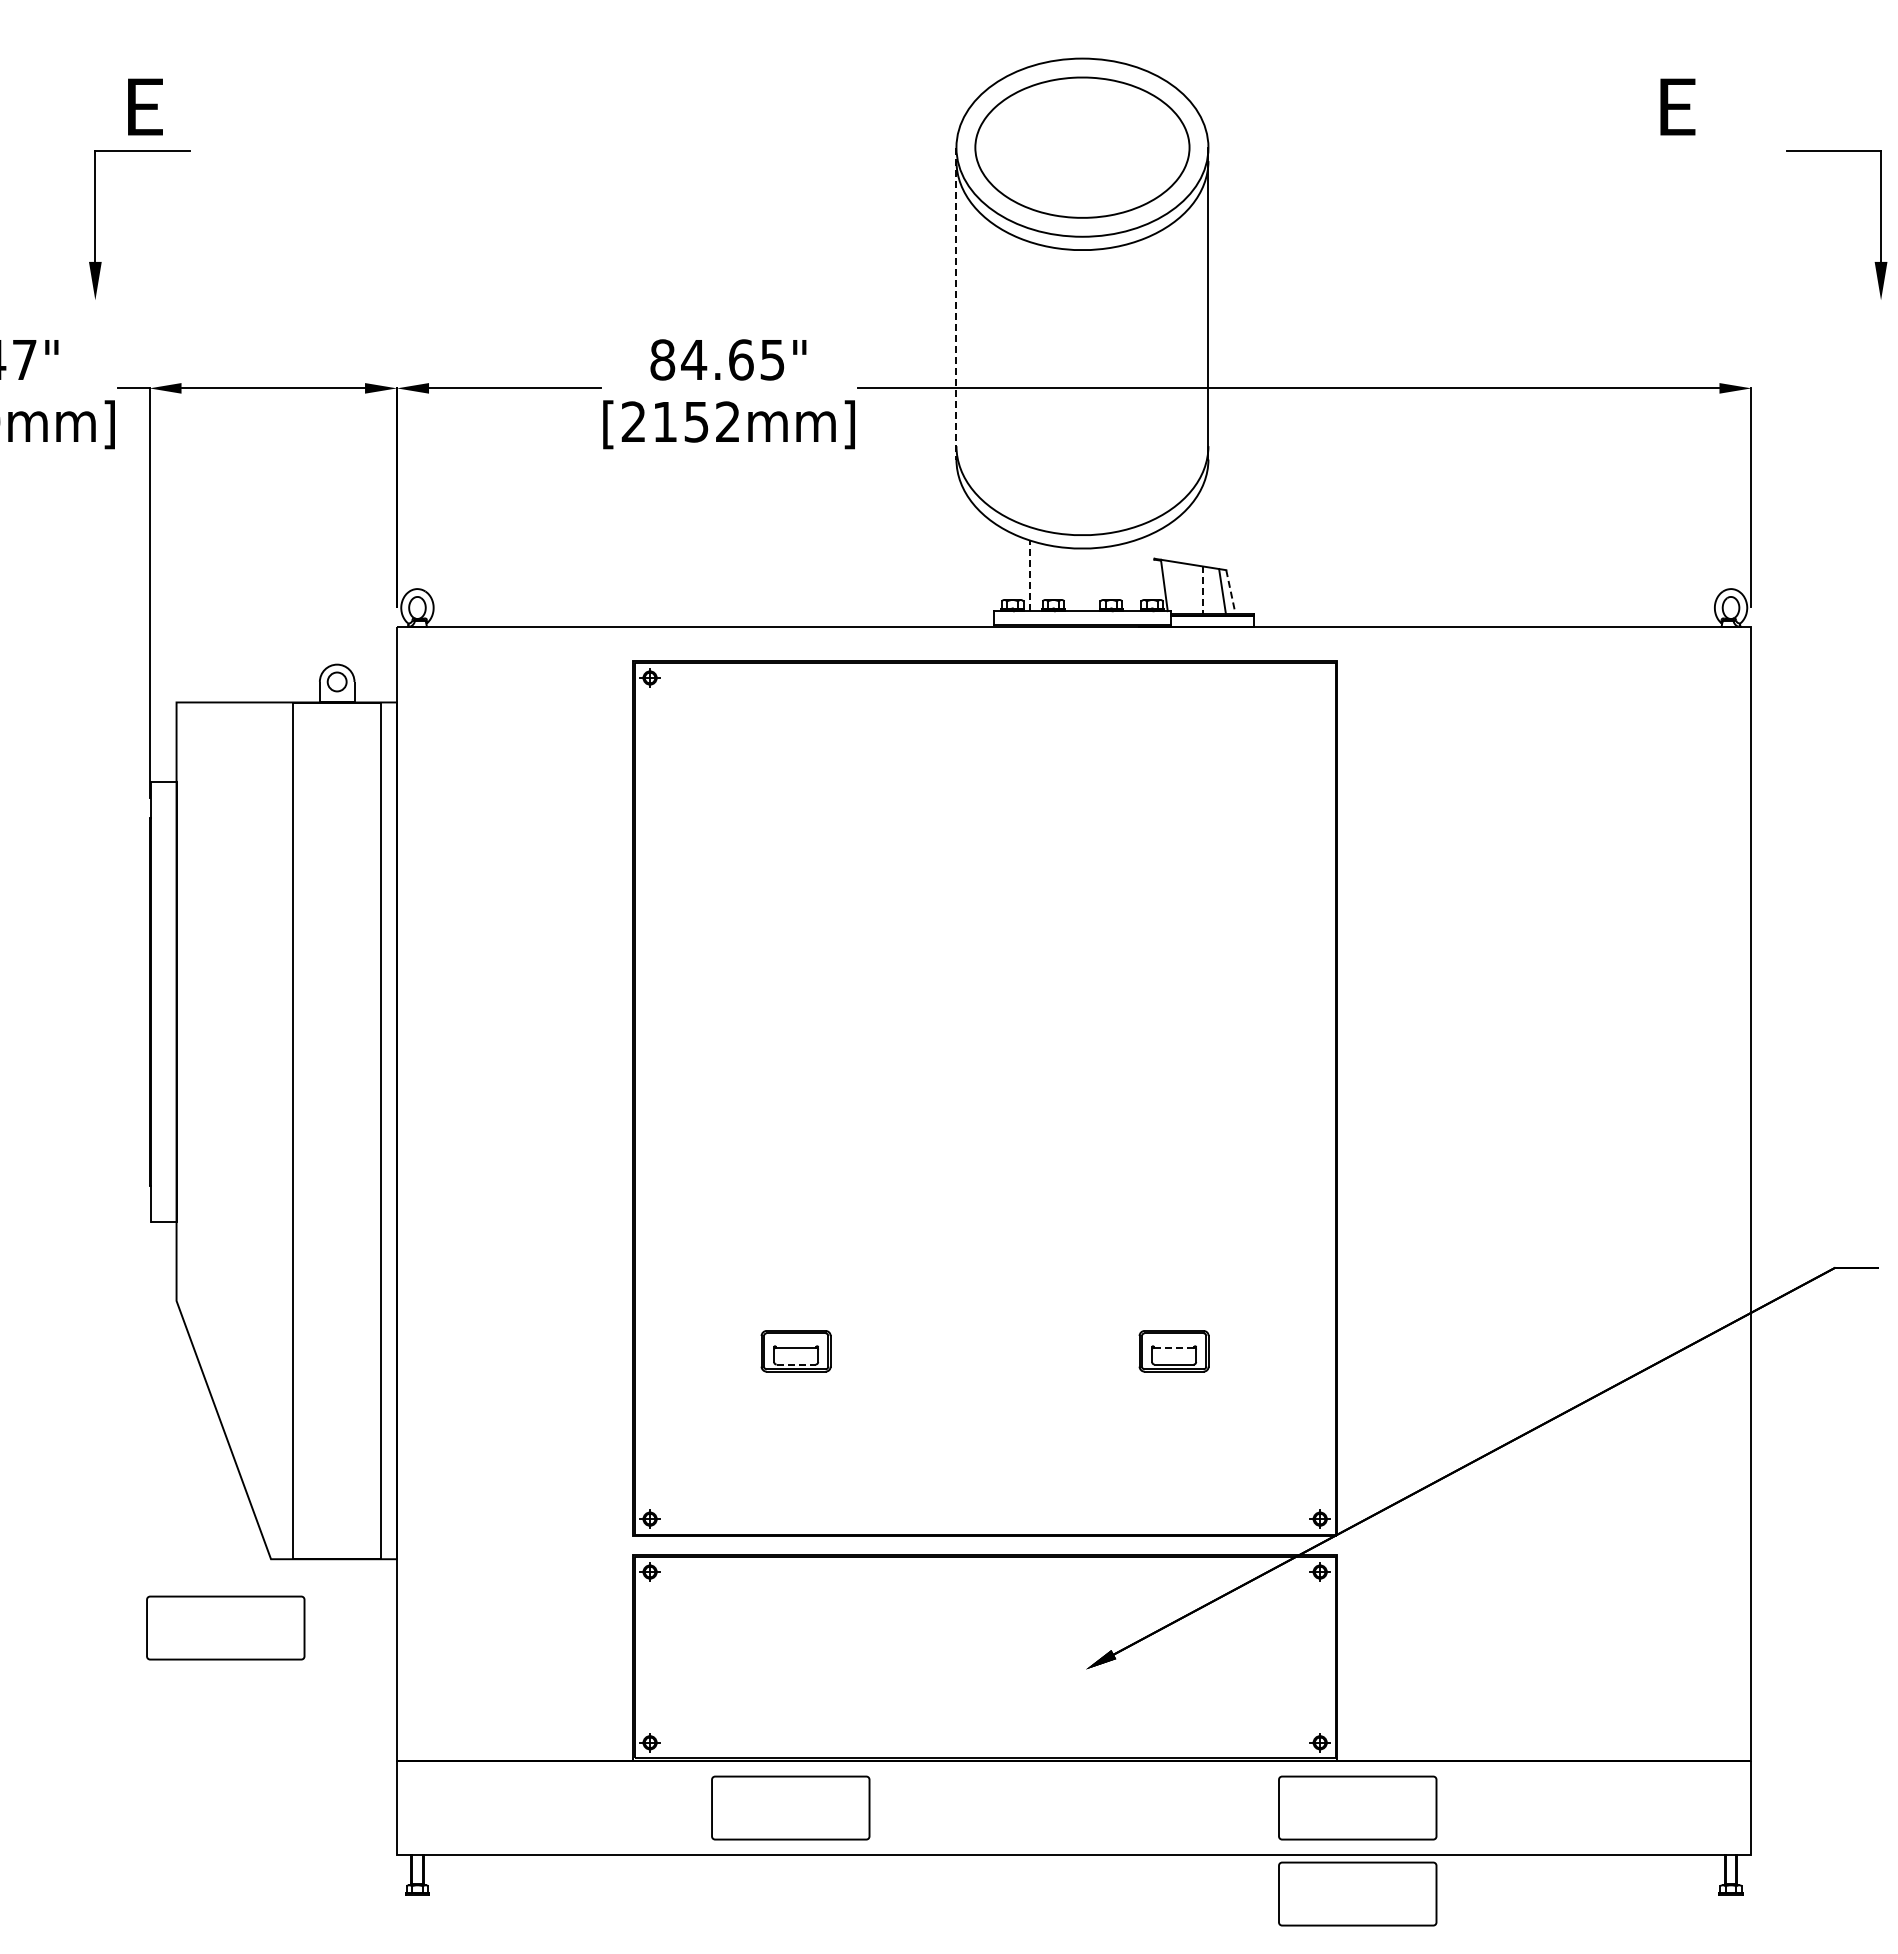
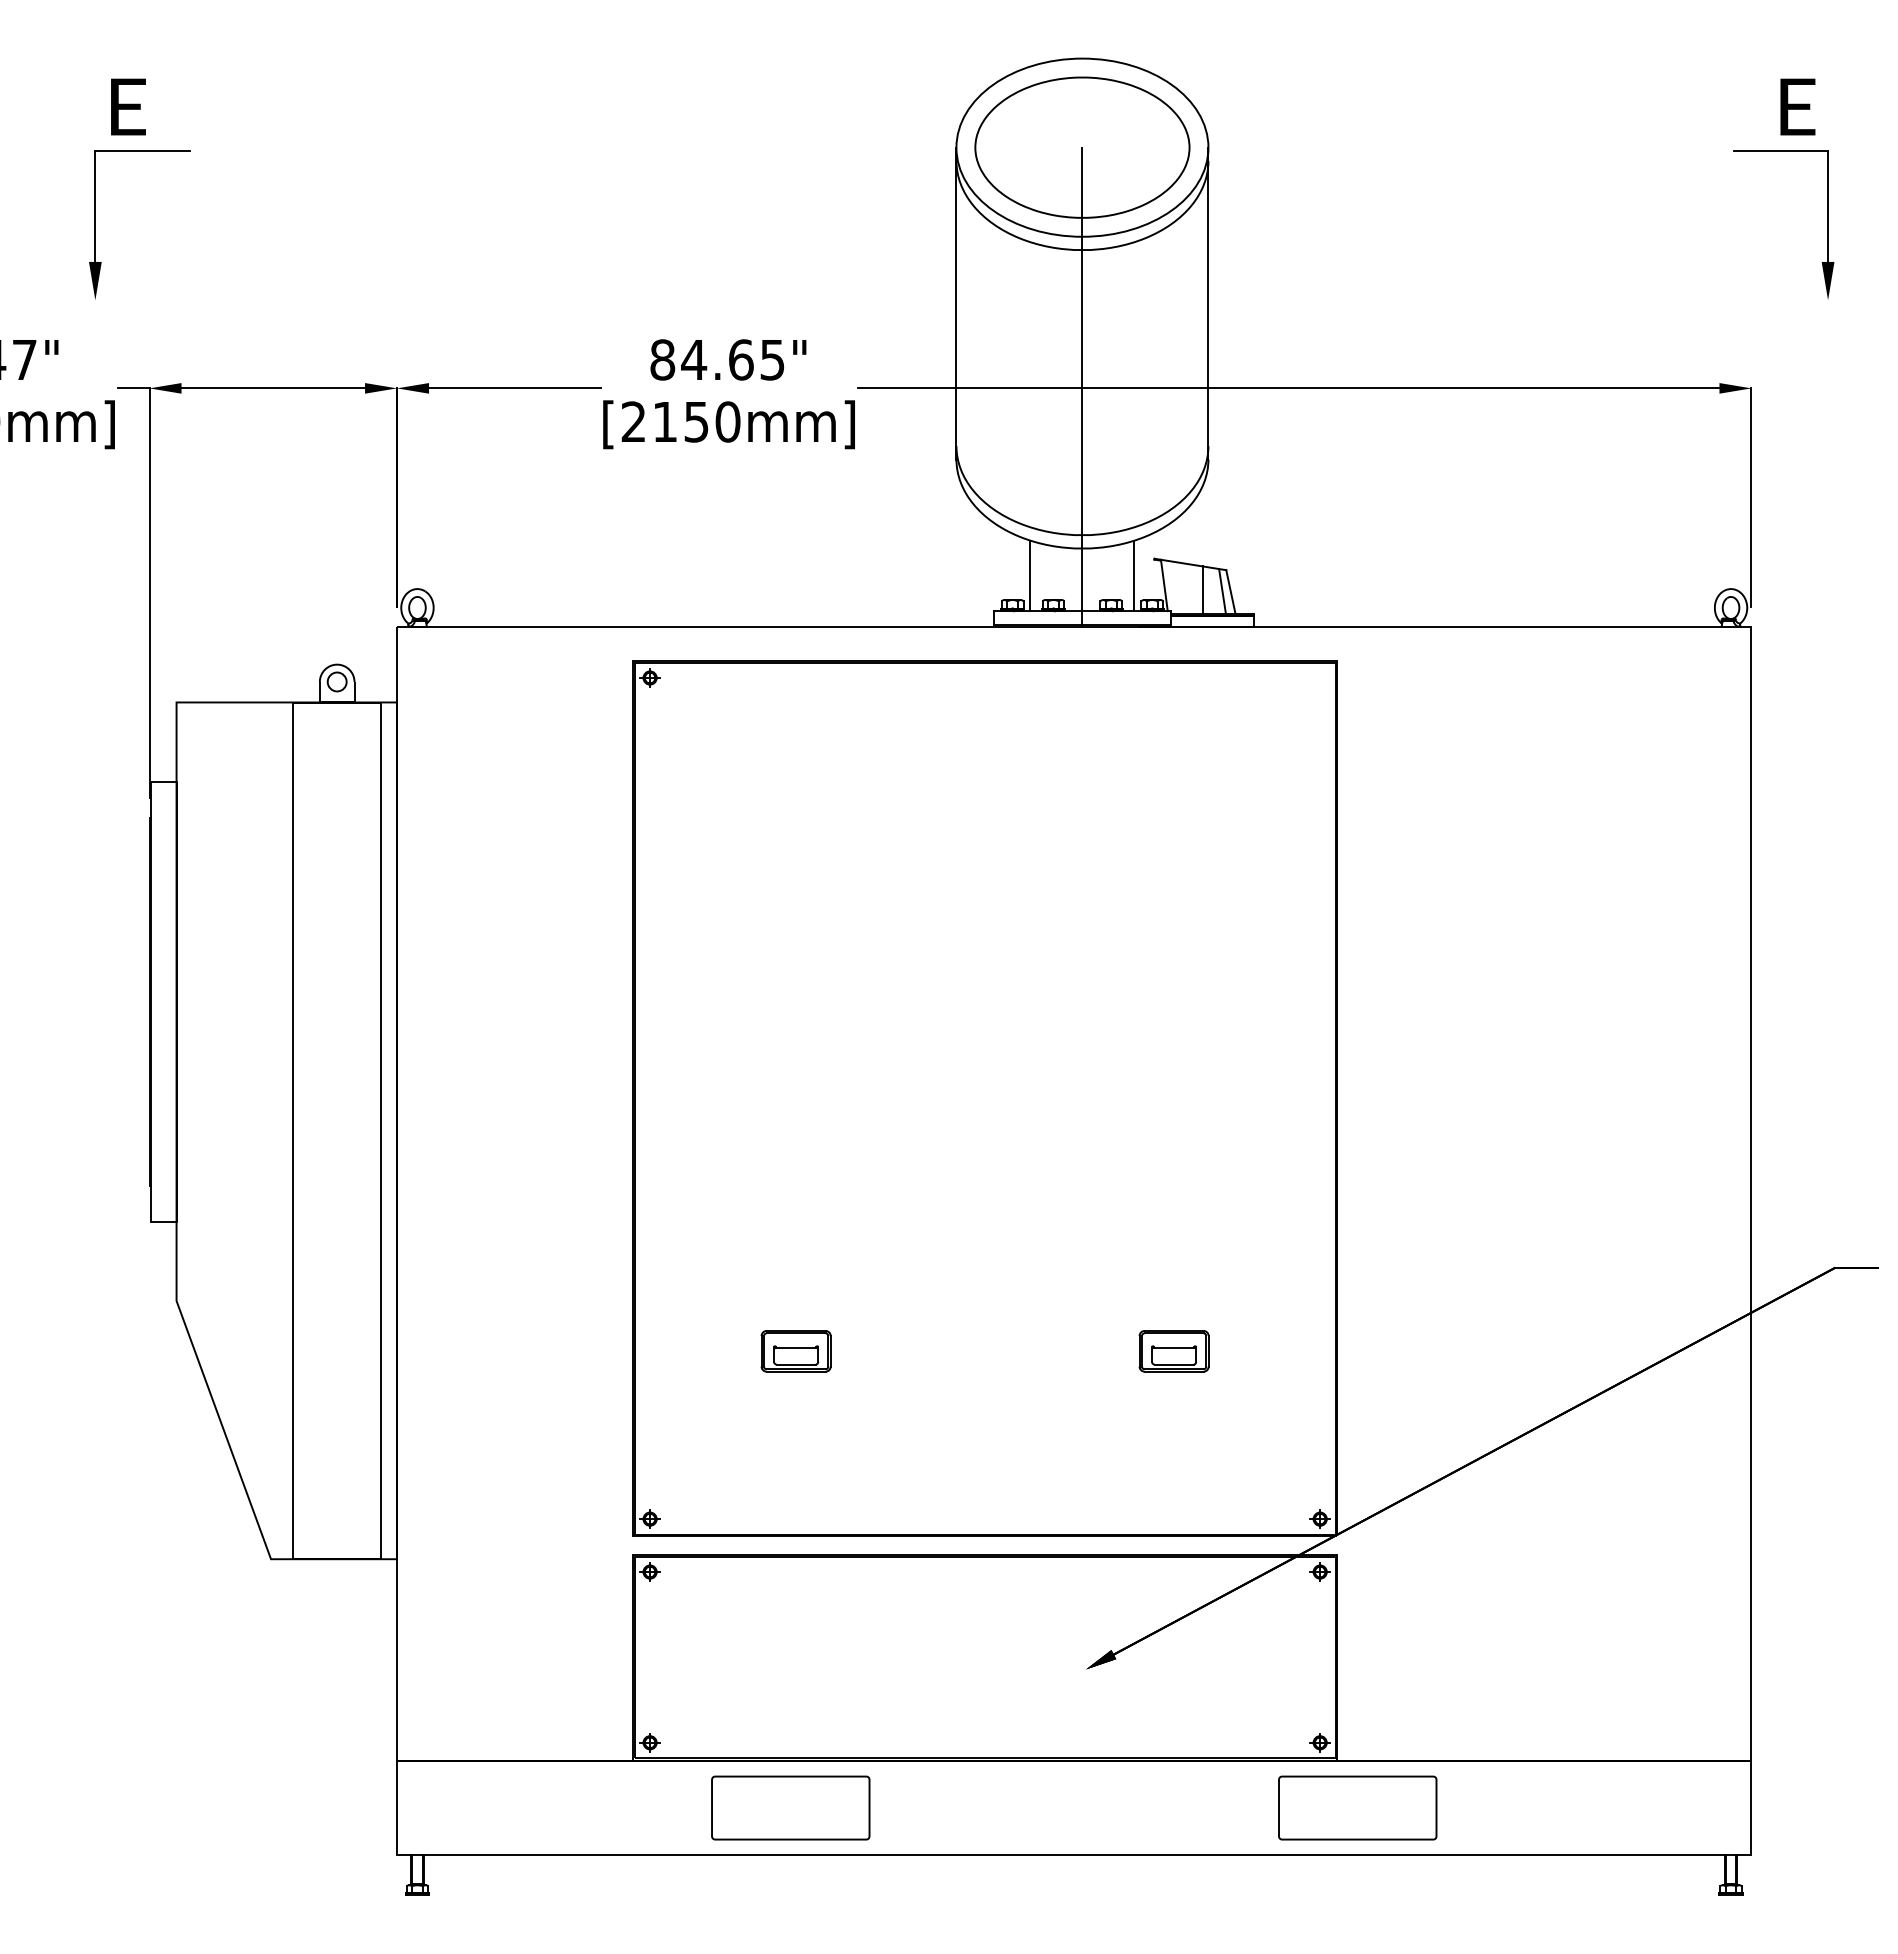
text at (145, 106) position: (145, 106) -> (128, 106)
text at (1677, 106) position: (1677, 106) -> (1797, 106)
part at (1880, 224) position: (1880, 224) -> (1827, 224)
line at (956, 303): dashed -> solid
line at (1082, 385): none -> present
text at (727, 421): [2152mm] -> [2150mm]
line at (1030, 575): dashed -> solid
line at (1134, 575): none -> present
line at (1202, 590): dashed -> solid
line at (1230, 592): dashed -> solid
line at (1174, 1348): dashed -> solid
line at (796, 1364): dashed -> solid
part at (225, 1627): present -> none
part at (1357, 1893): present -> none
